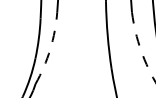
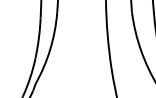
arc at (140, 48): dashed -> solid
arc at (50, 49): dashed -> solid
